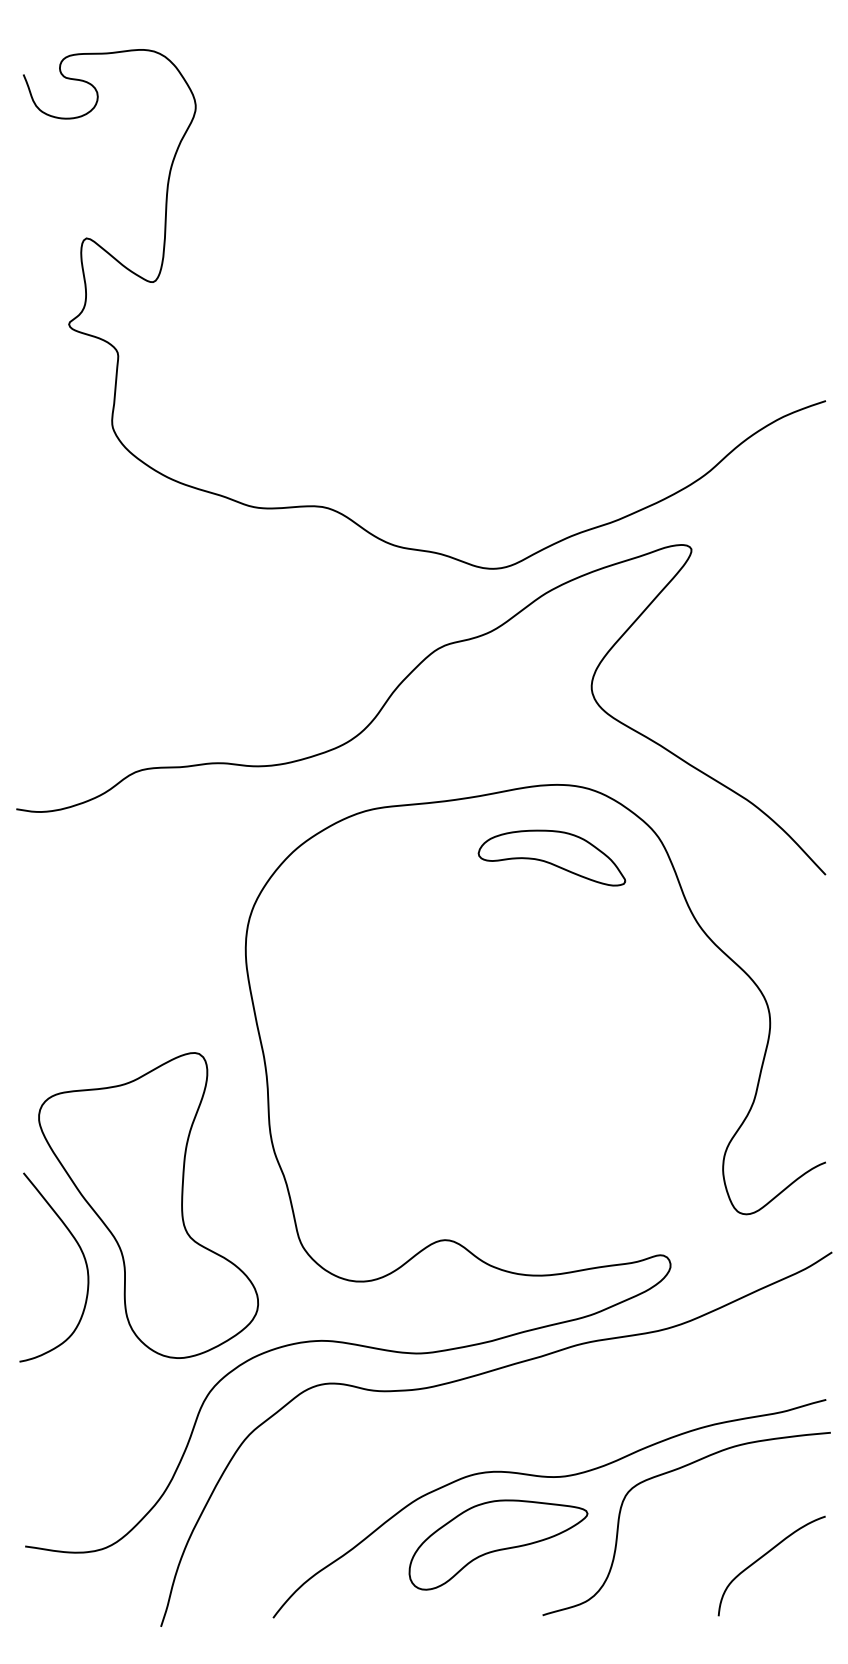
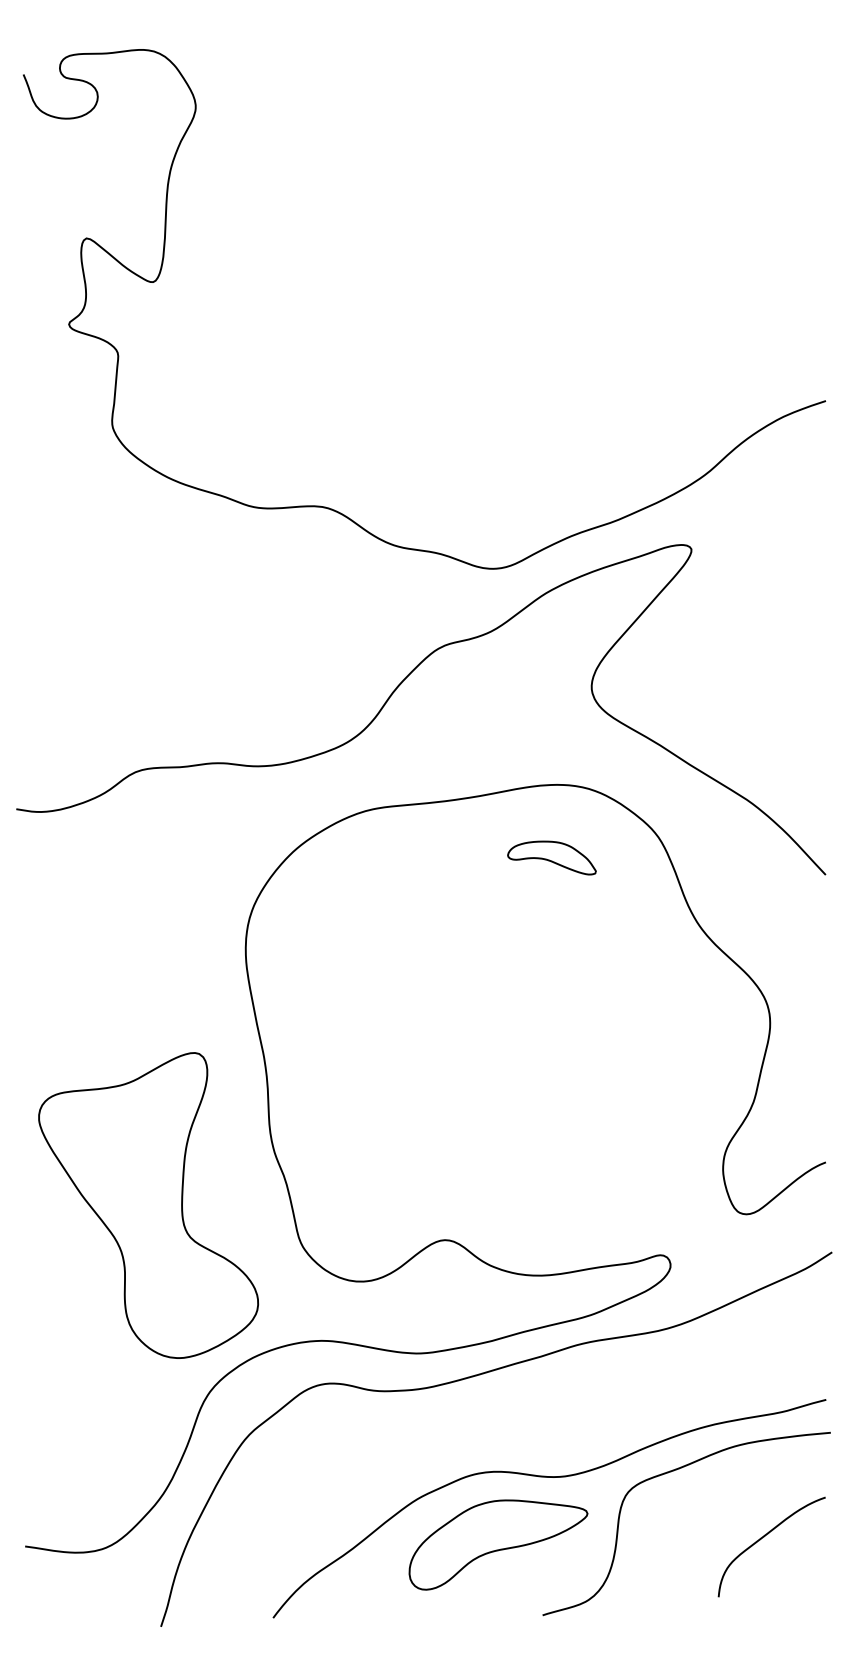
part at (551, 857) size: 150x58 px -> 90x36 px
curve at (83, 1258): present -> none
curve at (764, 1556) position: (764, 1556) -> (764, 1537)
